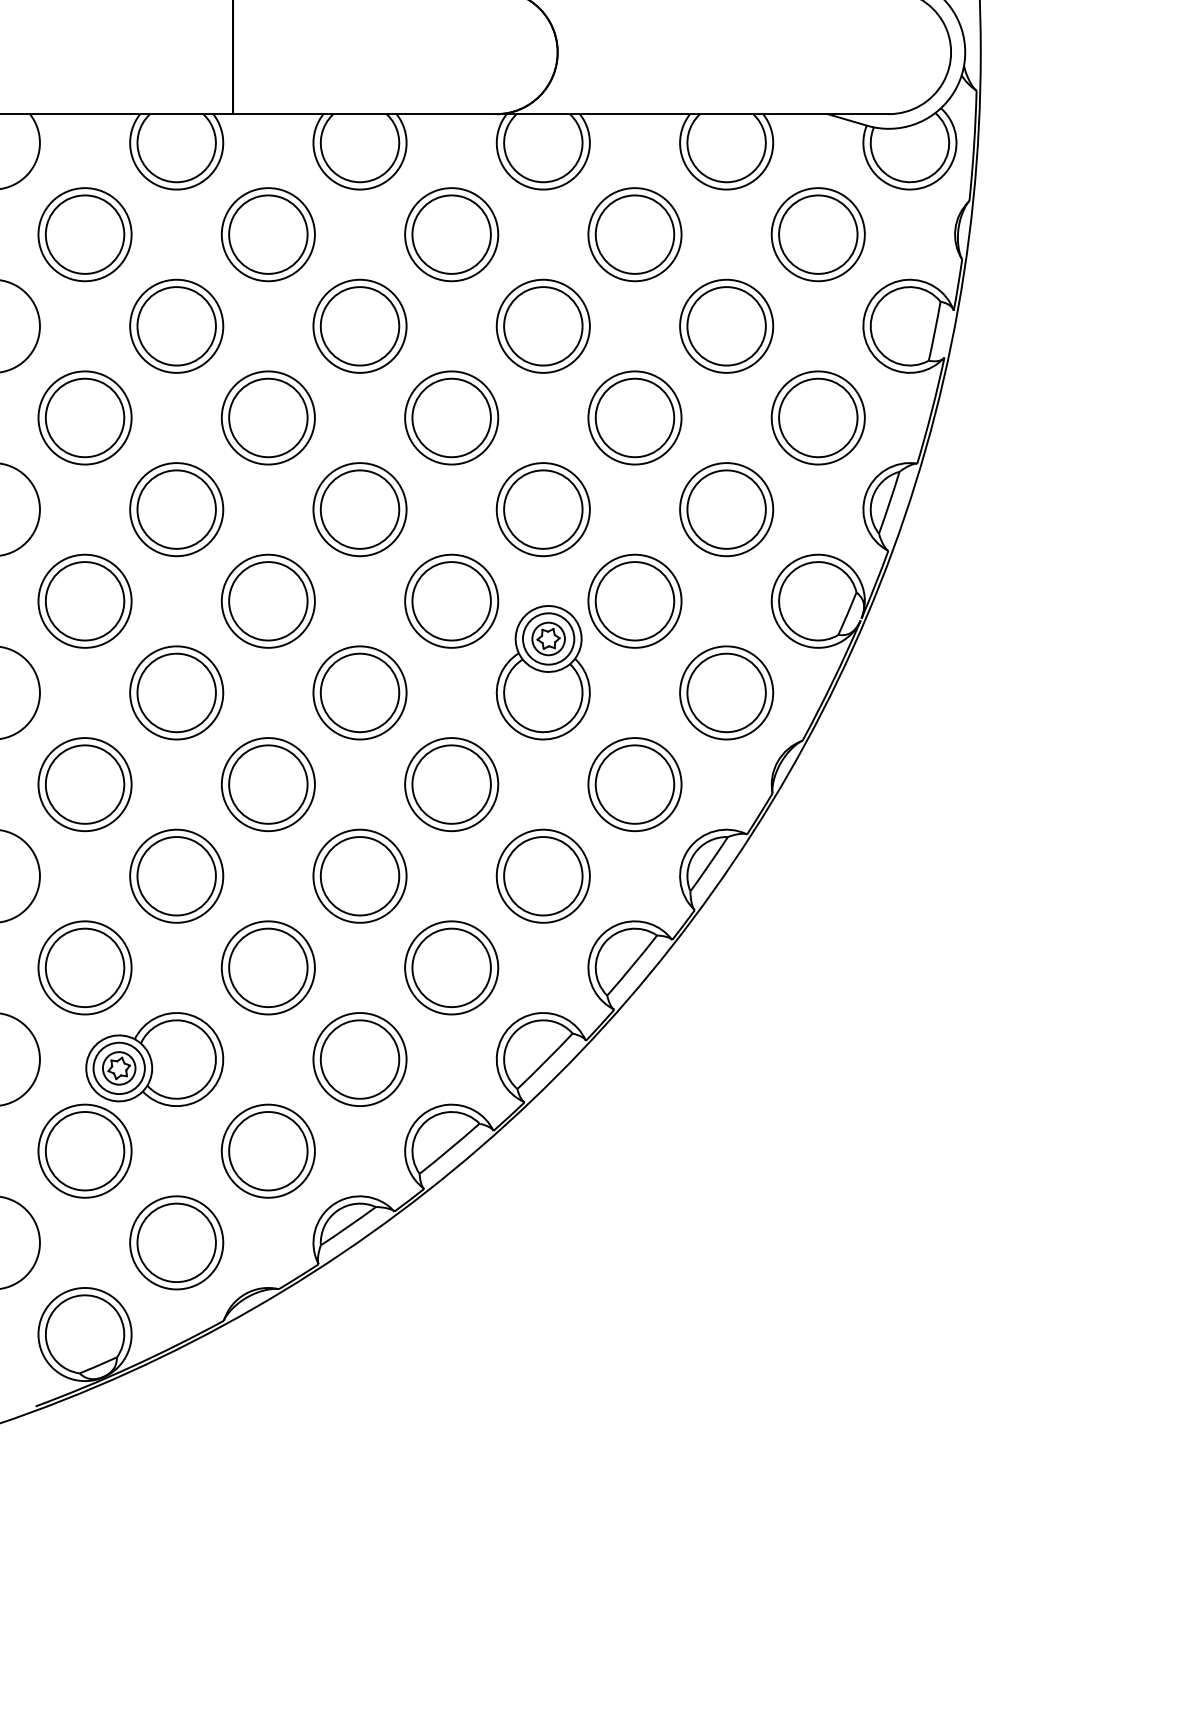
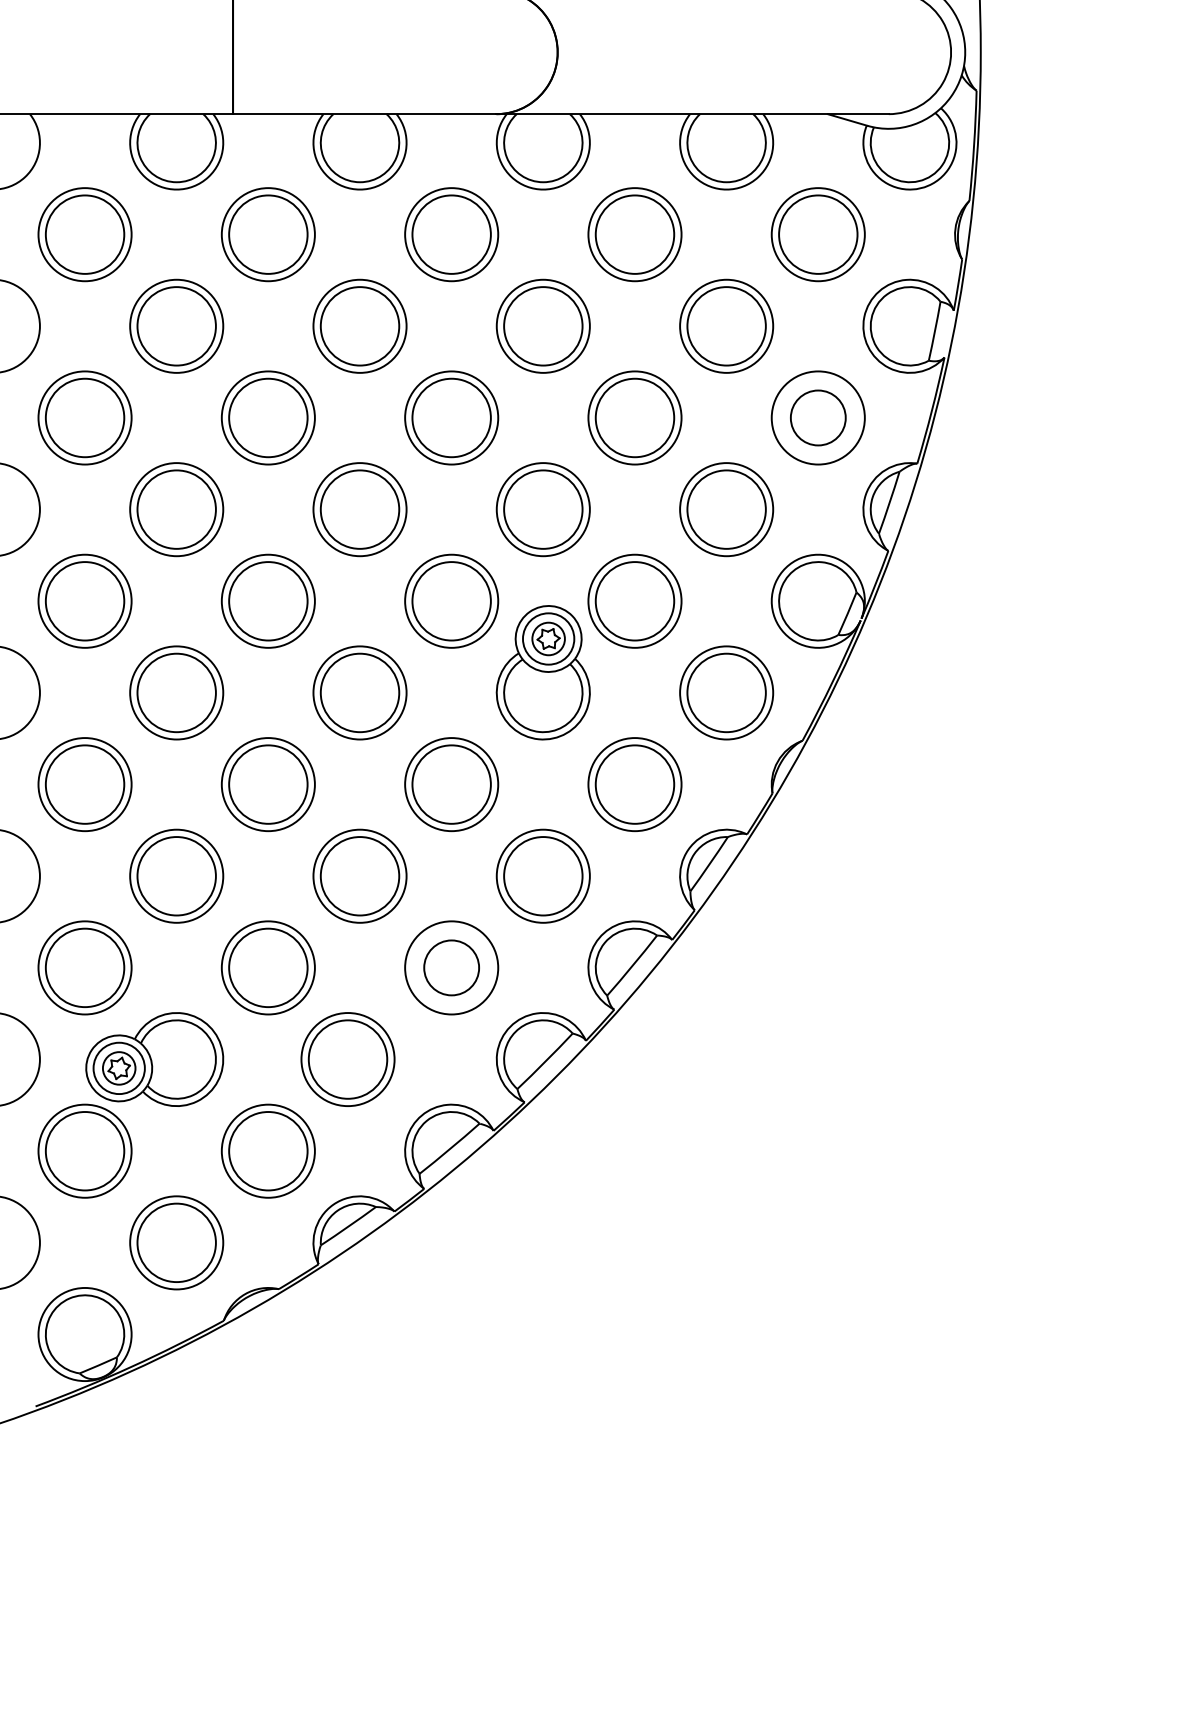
circle at (818, 417) diameter: 78 px -> 55 px
circle at (451, 967) diameter: 78 px -> 55 px
part at (359, 1059) position: (359, 1059) -> (347, 1059)
